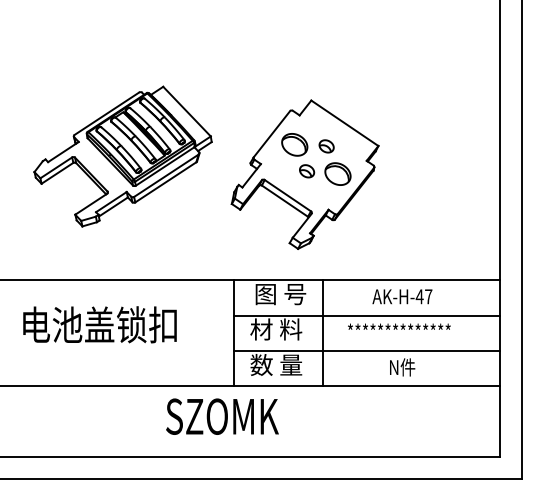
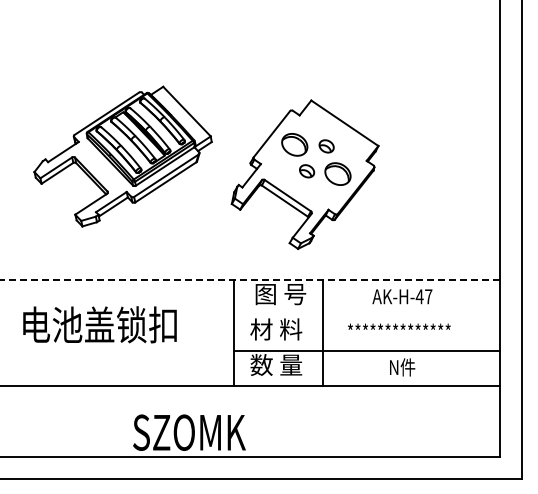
line at (249, 280): solid -> dashed
line at (366, 315): present -> none
text at (222, 416) position: (222, 416) -> (189, 432)
